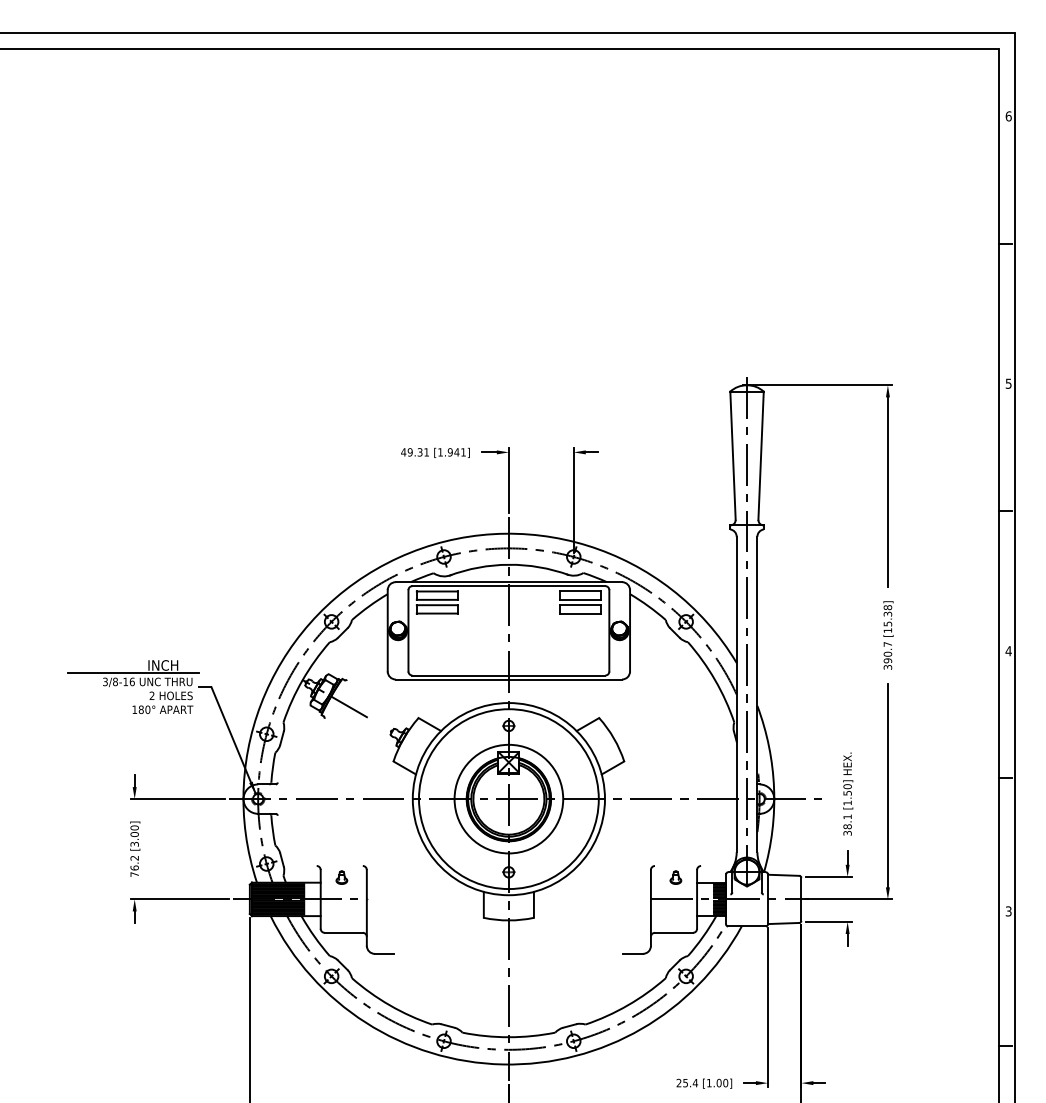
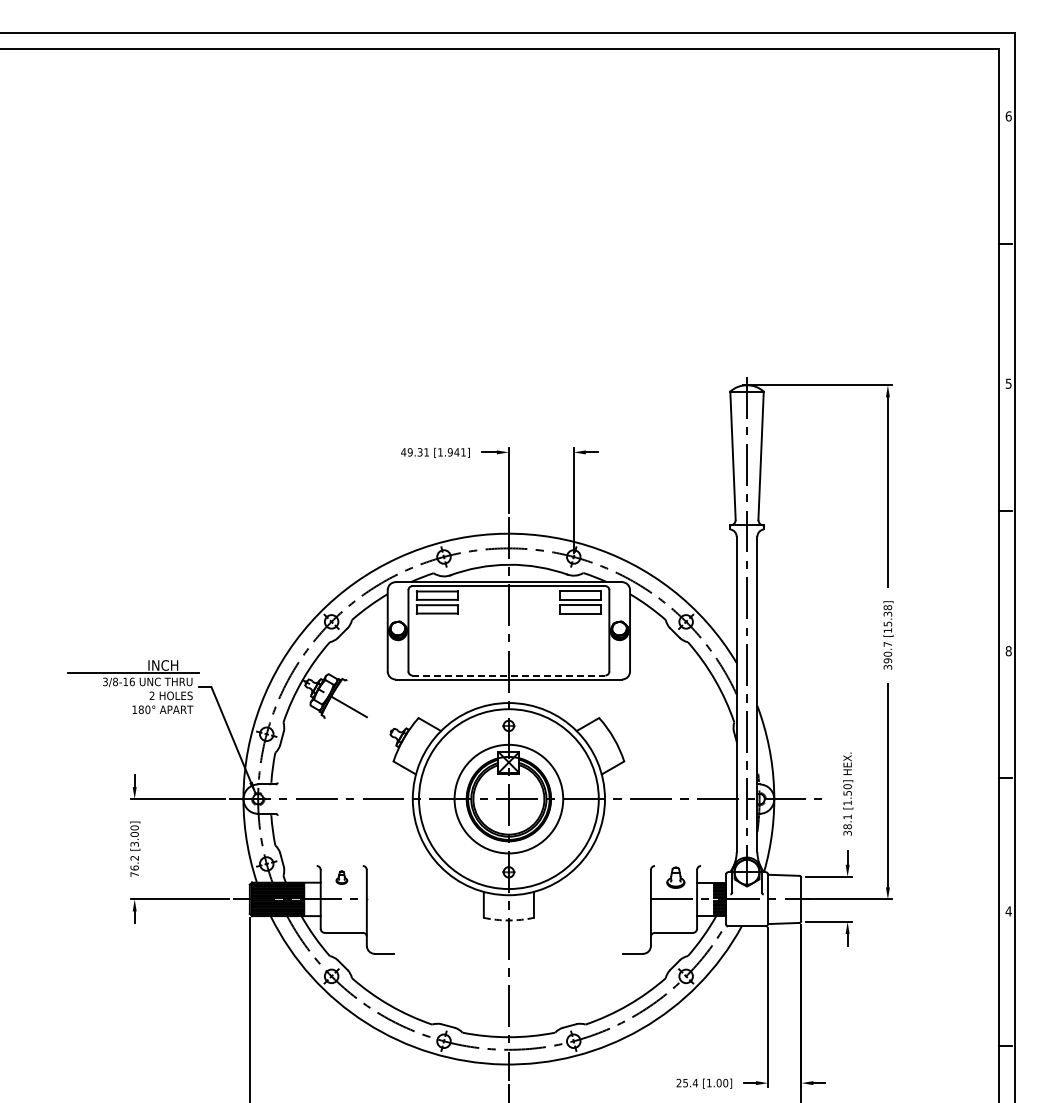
text at (1008, 651): 4 -> 8
line at (509, 675): solid -> dashed
part at (675, 877) size: 14x15 px -> 20x23 px
text at (1008, 911): 3 -> 4
arc at (508, 920): solid -> dashed
